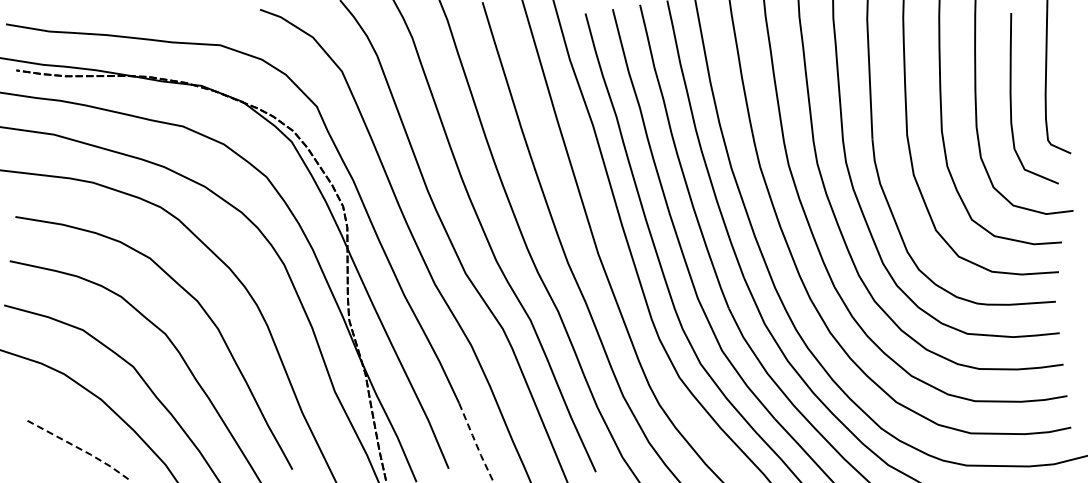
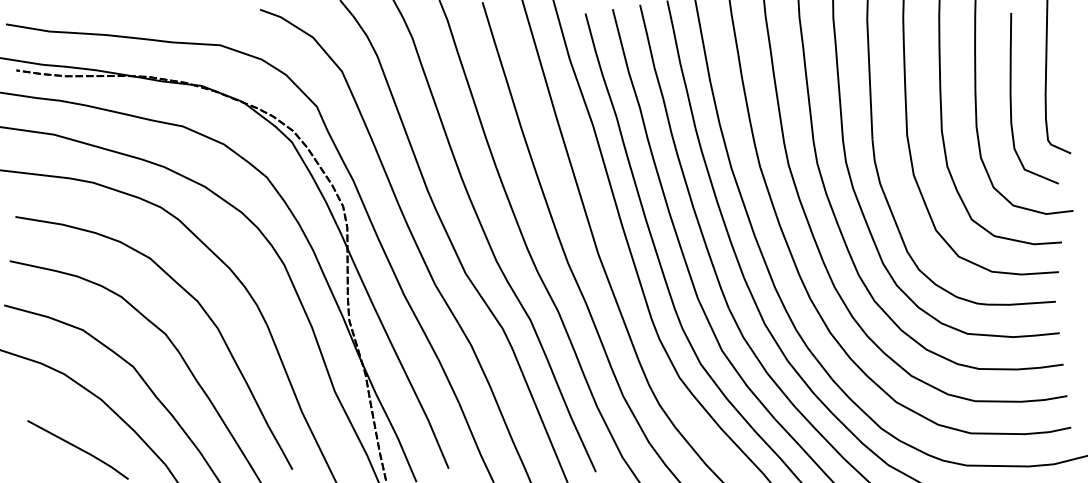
line at (476, 443): dashed -> solid
line at (80, 449): dashed -> solid
